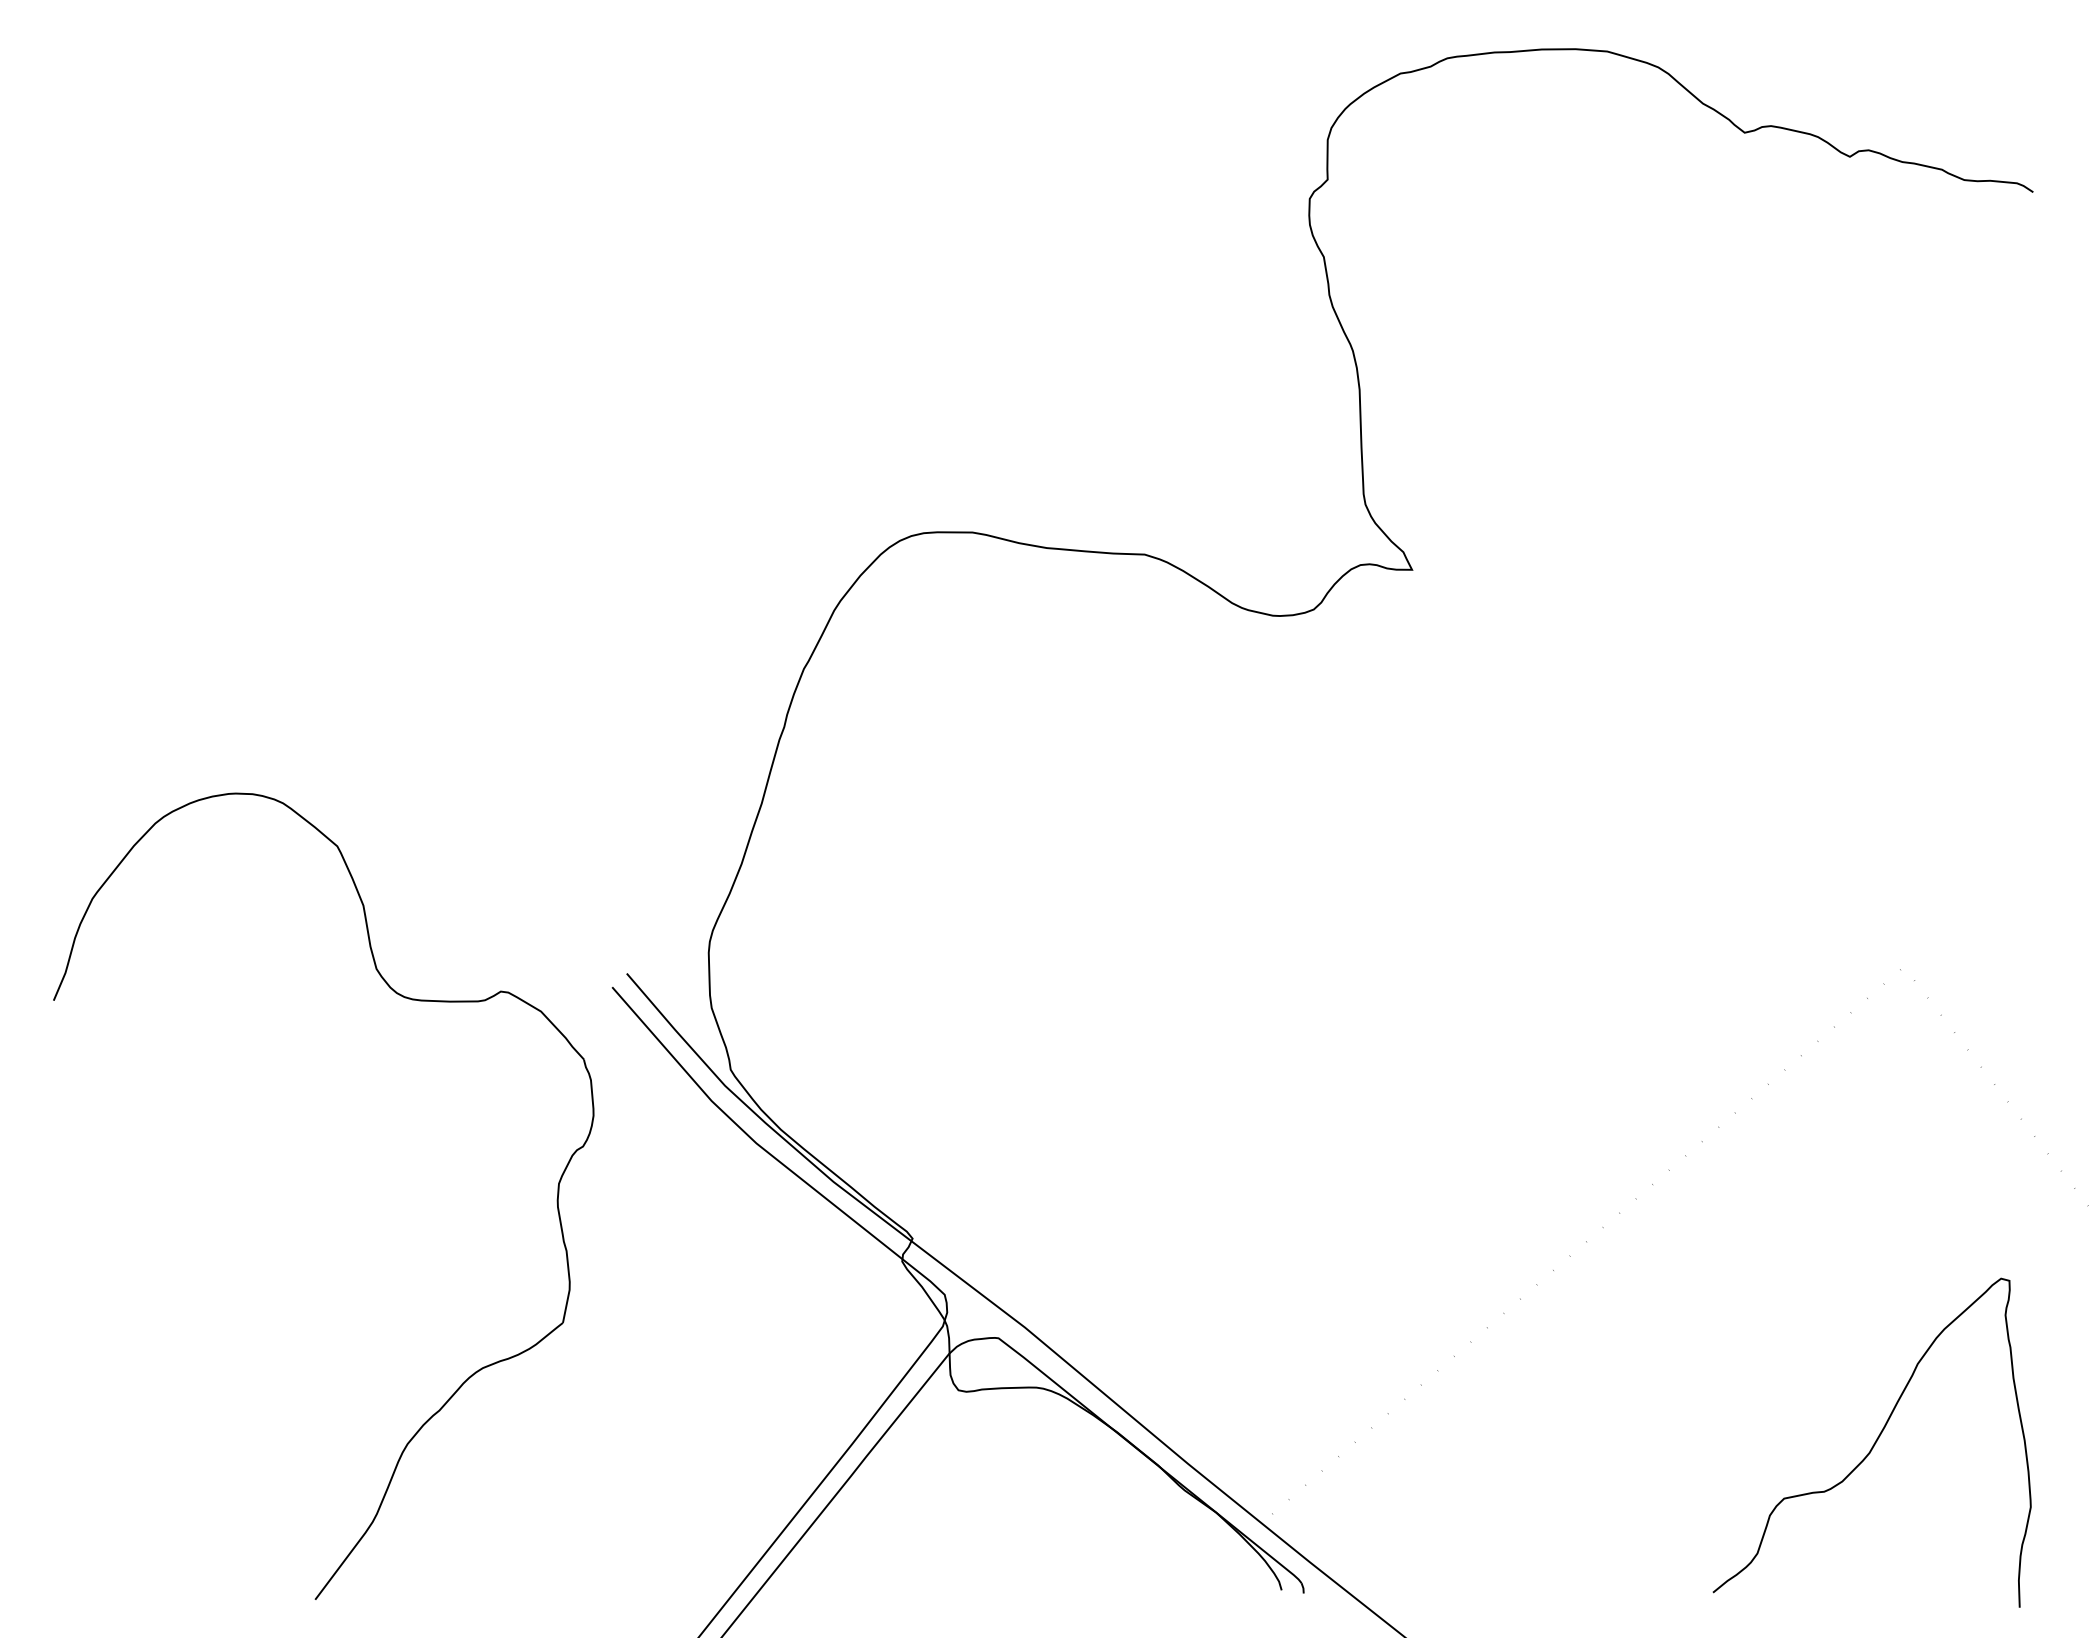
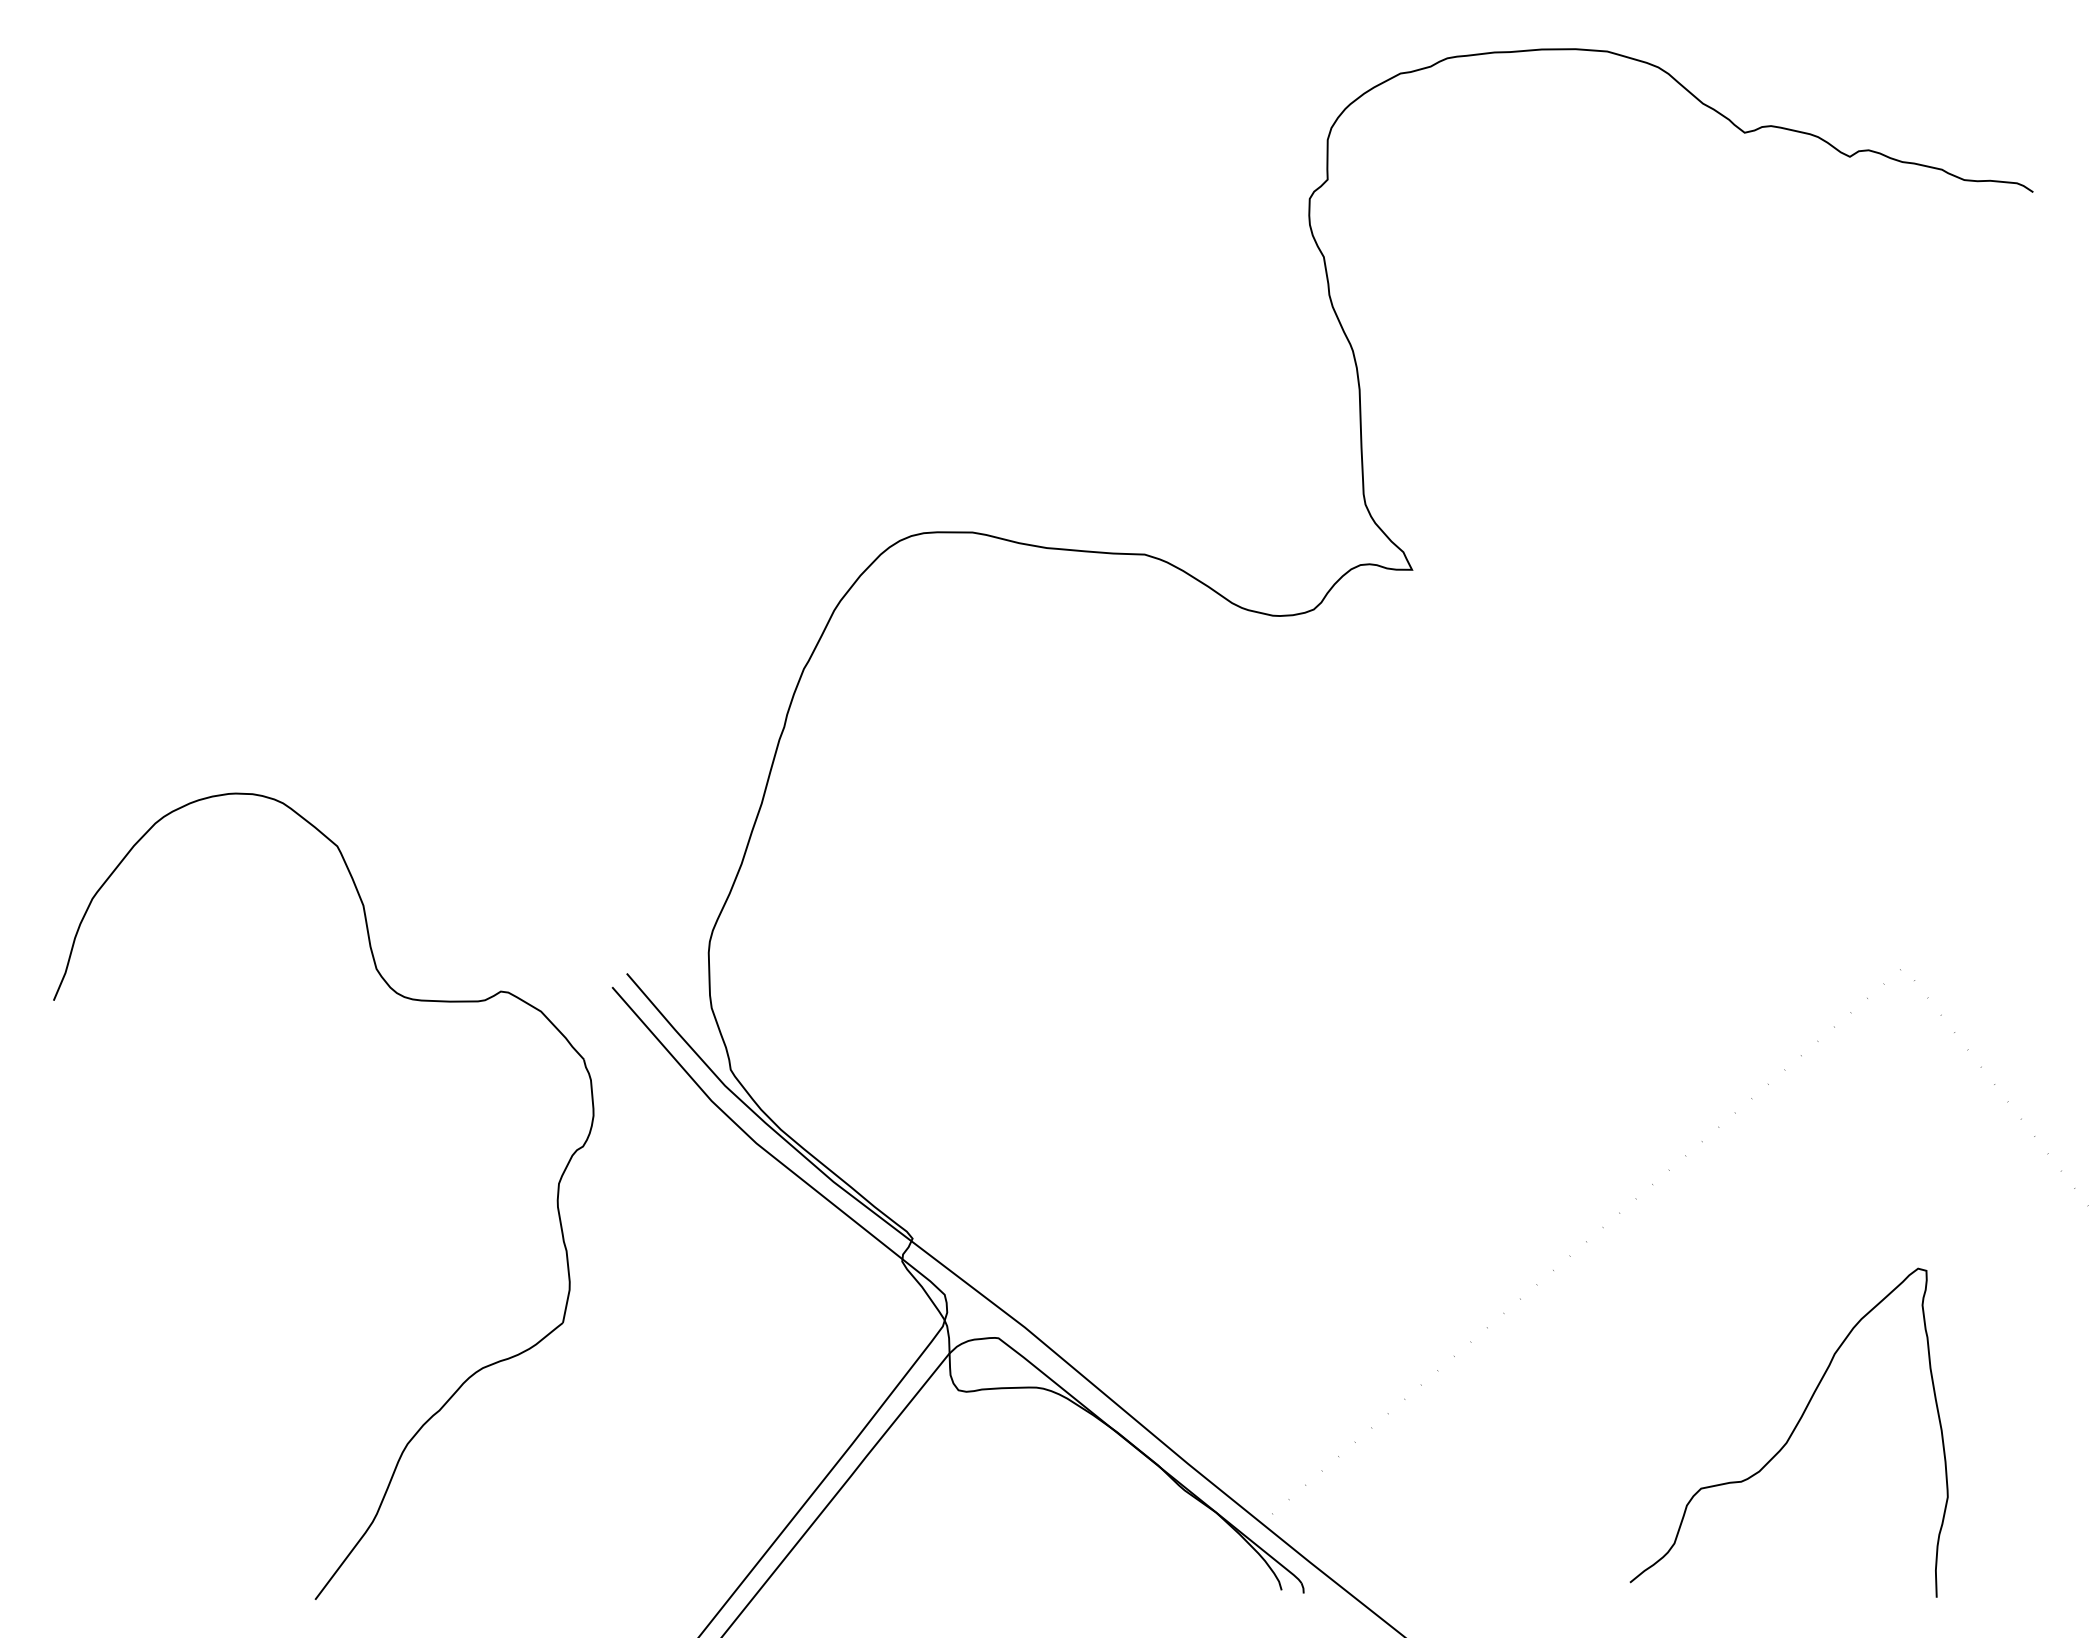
curve at (1873, 1444) position: (1873, 1444) -> (1790, 1434)
